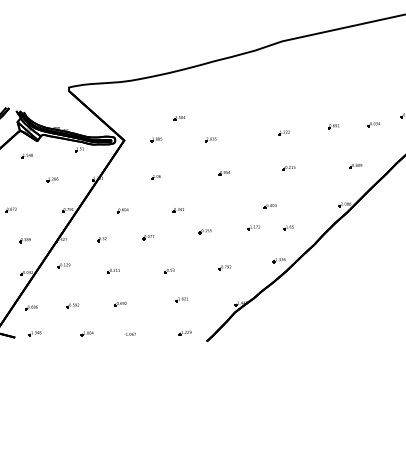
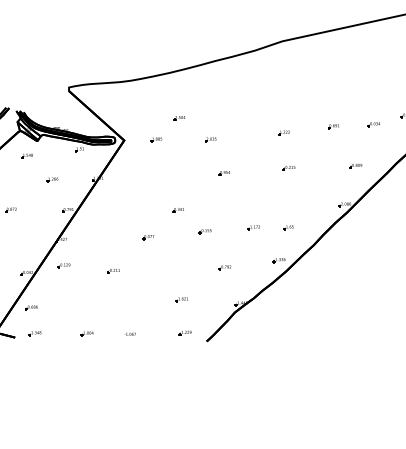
part at (155, 177): present -> none
part at (269, 206): present -> none
part at (122, 210): present -> none
part at (101, 239): present -> none
part at (24, 240): present -> none
part at (169, 270): present -> none
part at (120, 304): present -> none
part at (72, 305): present -> none
